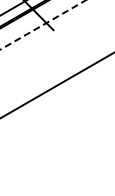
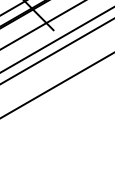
line at (43, 24): dashed -> solid
line at (56, 39): none -> present
line at (56, 51): none -> present
